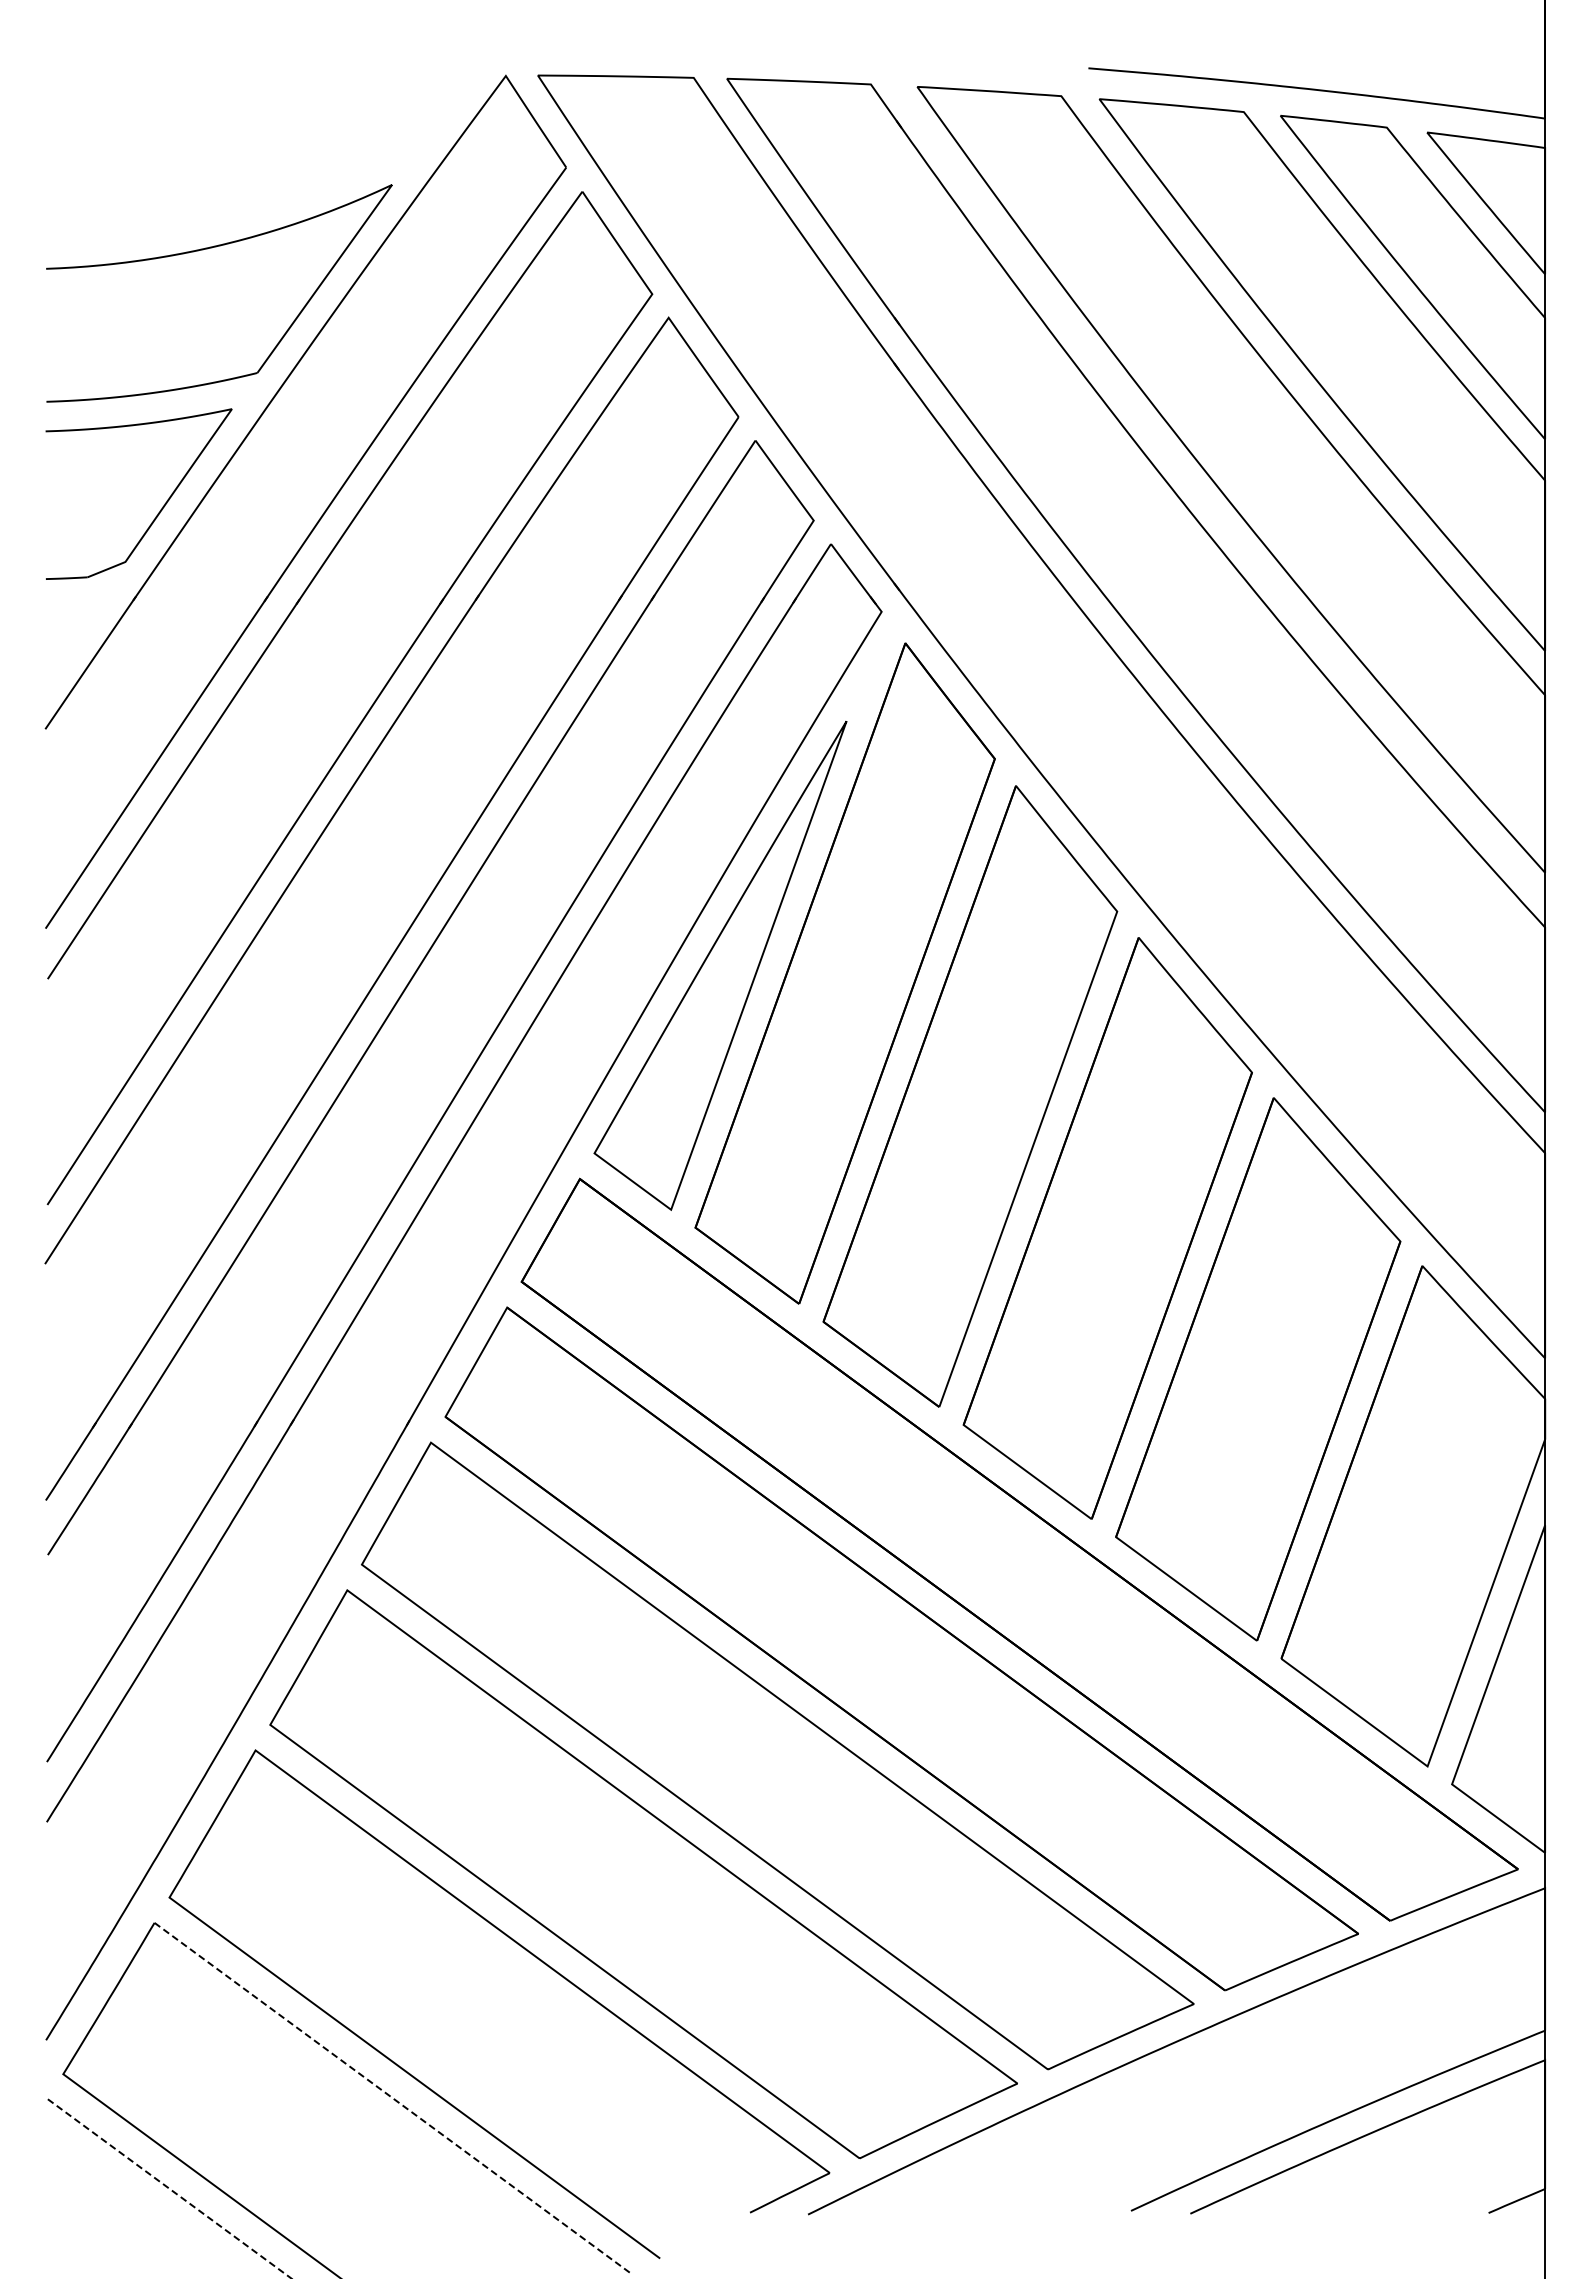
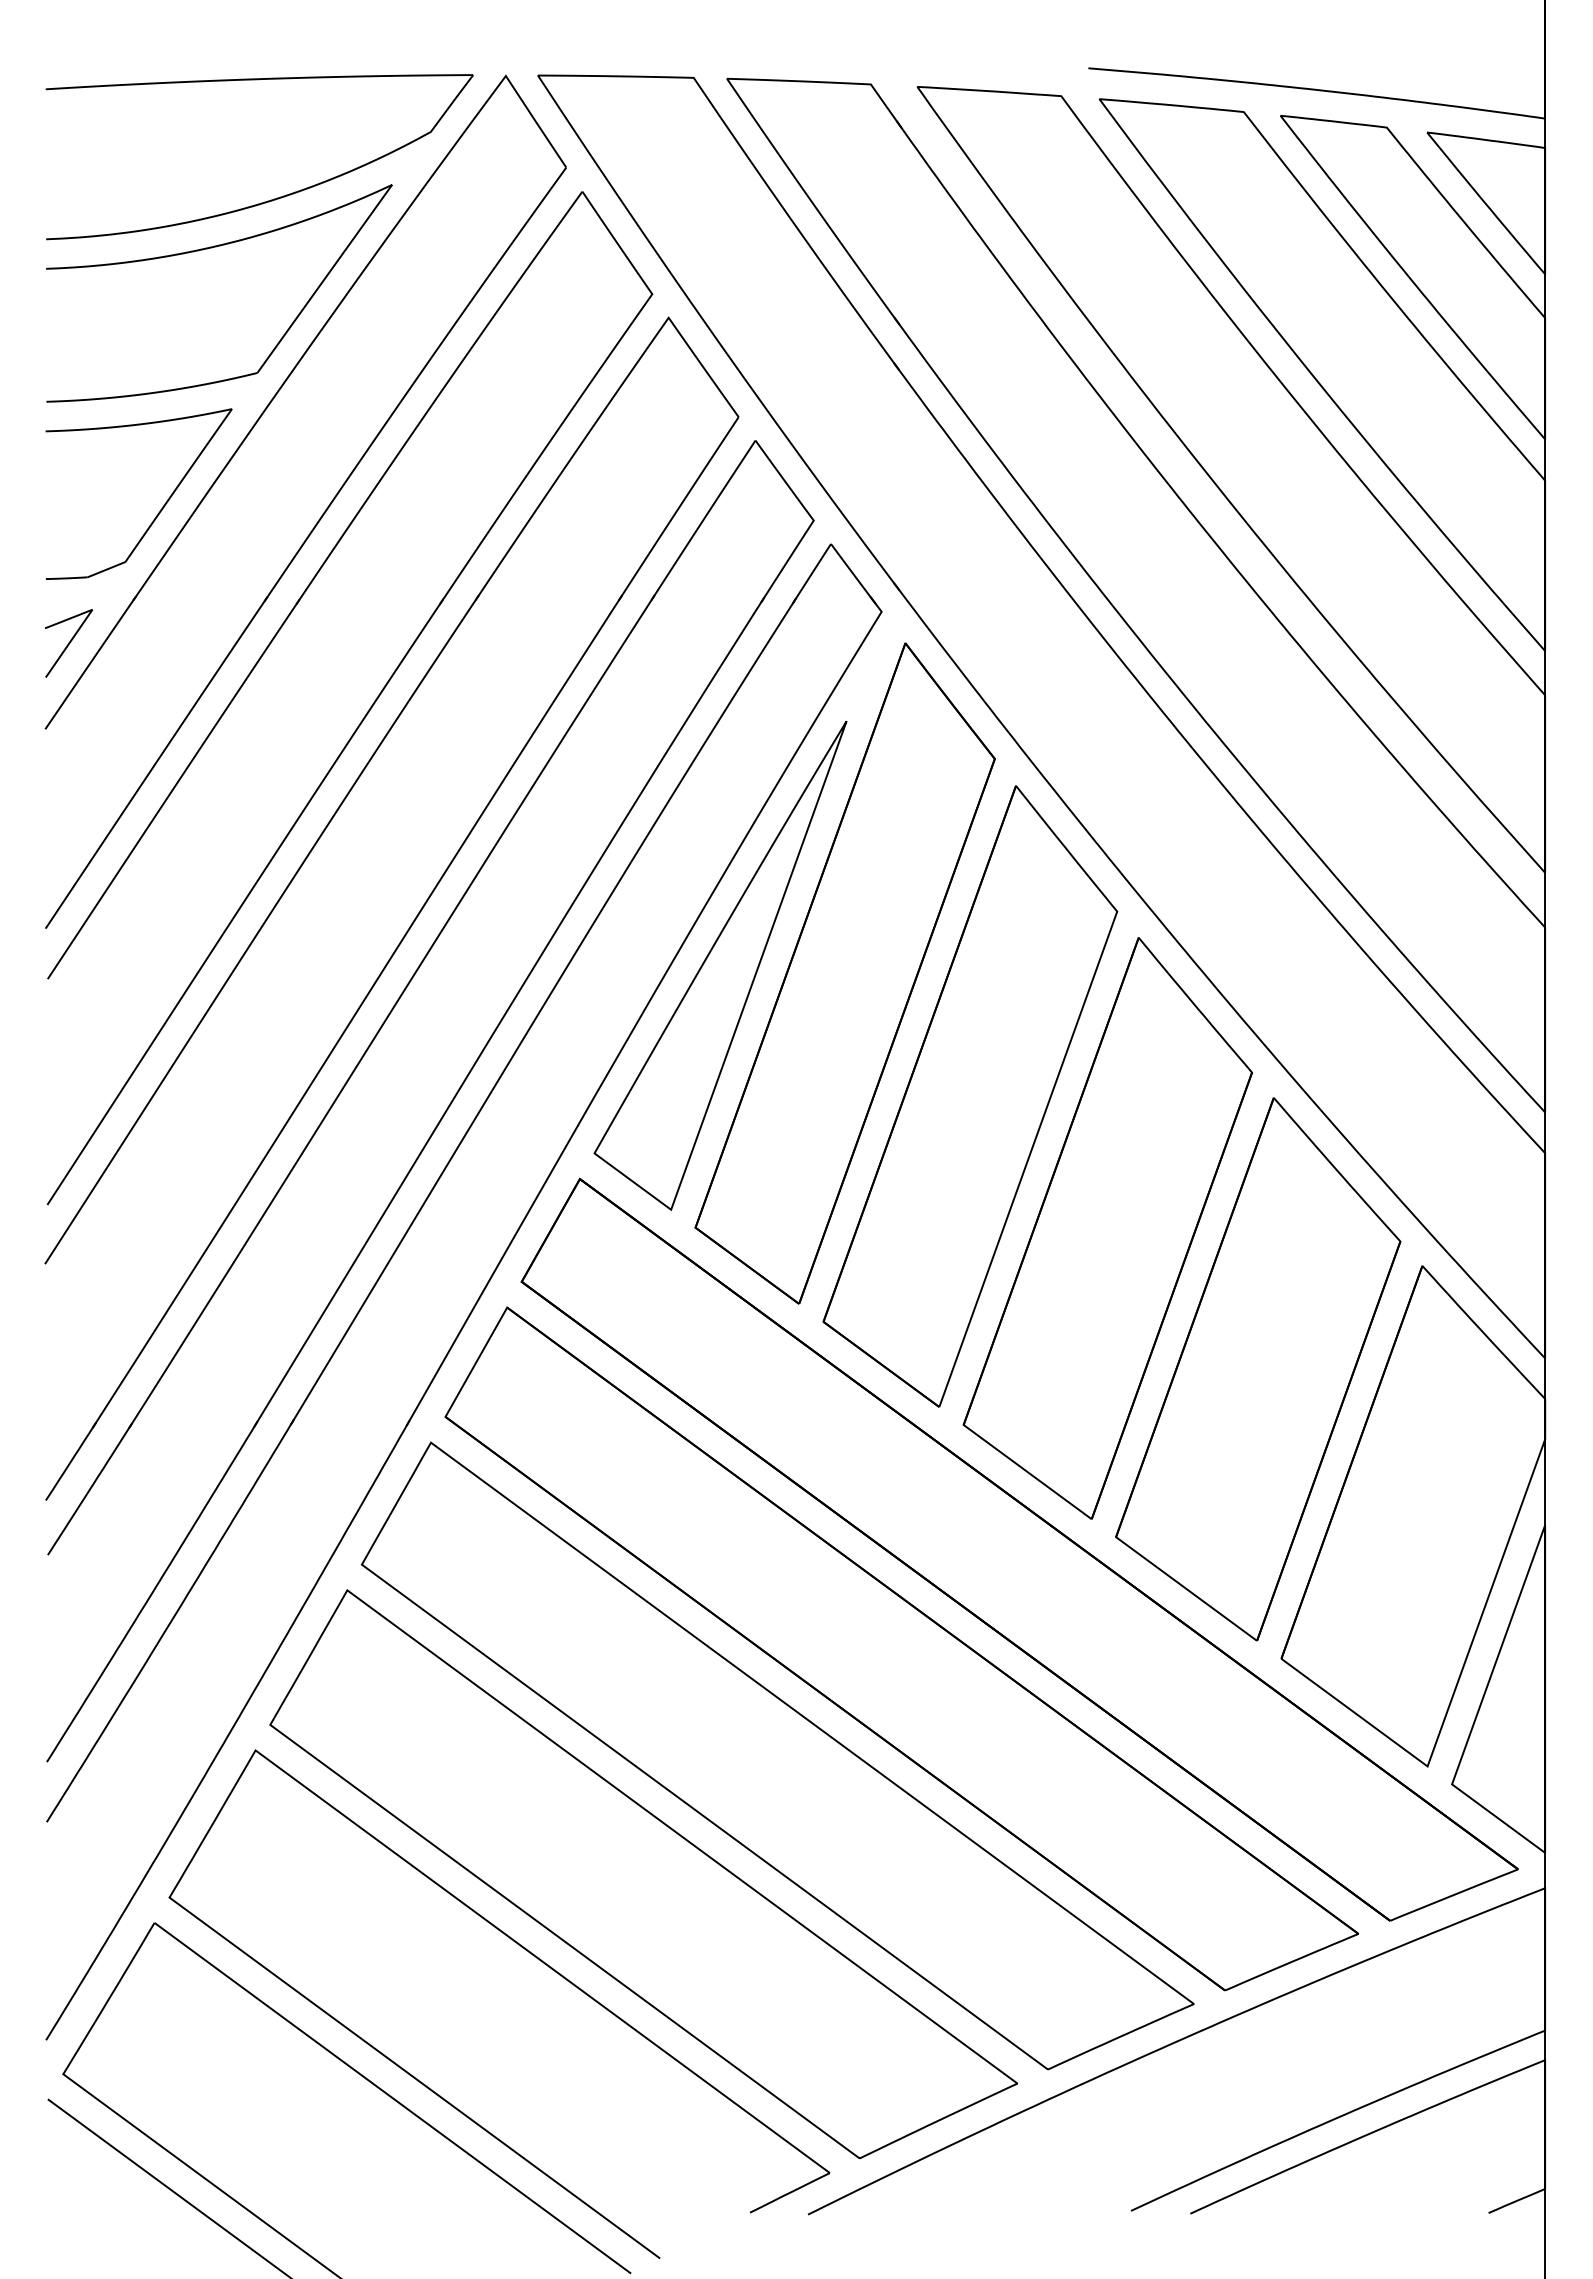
part at (274, 198): none -> present
curve at (69, 643): none -> present
line at (392, 2098): dashed -> solid
line at (170, 2189): dashed -> solid
